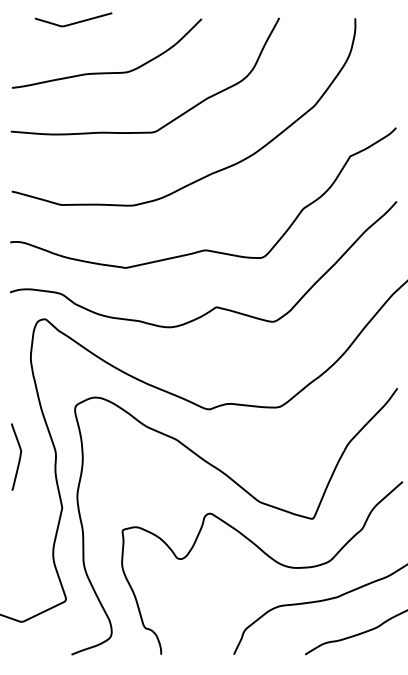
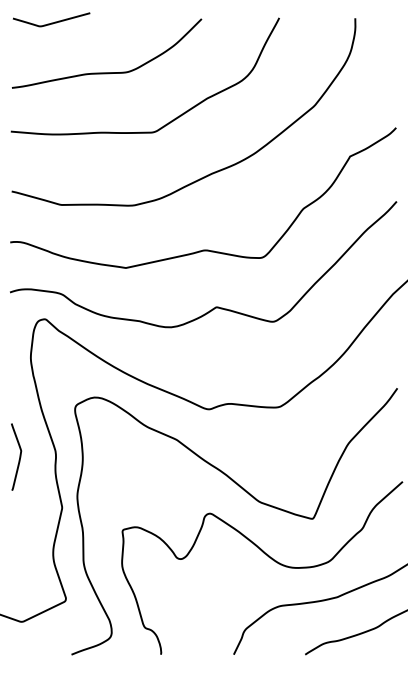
curve at (73, 22) position: (73, 22) -> (51, 22)
